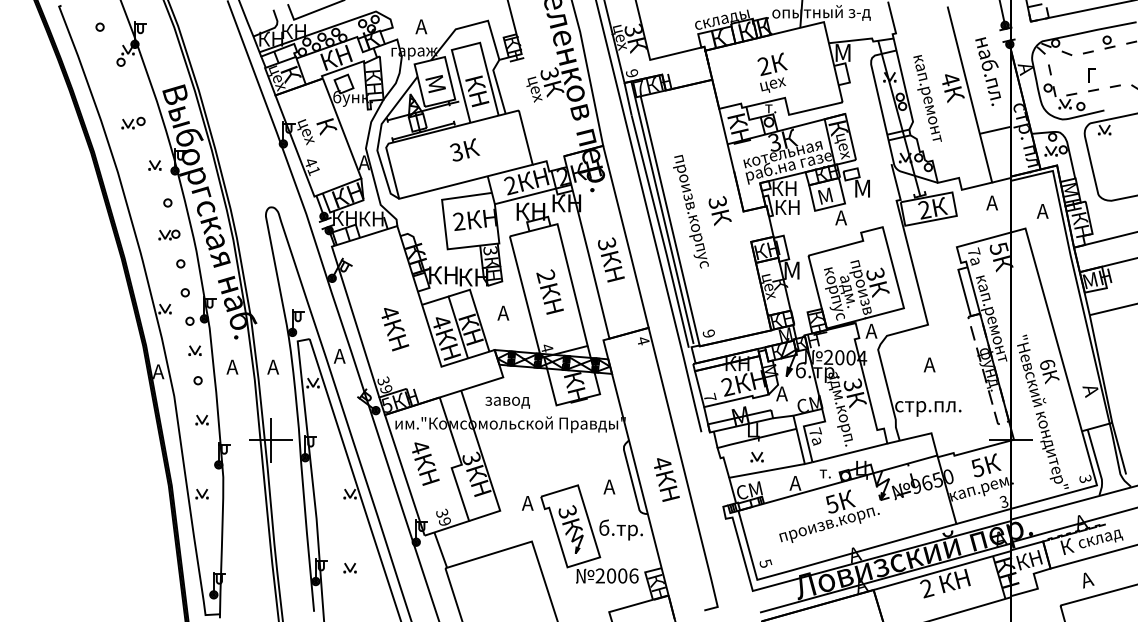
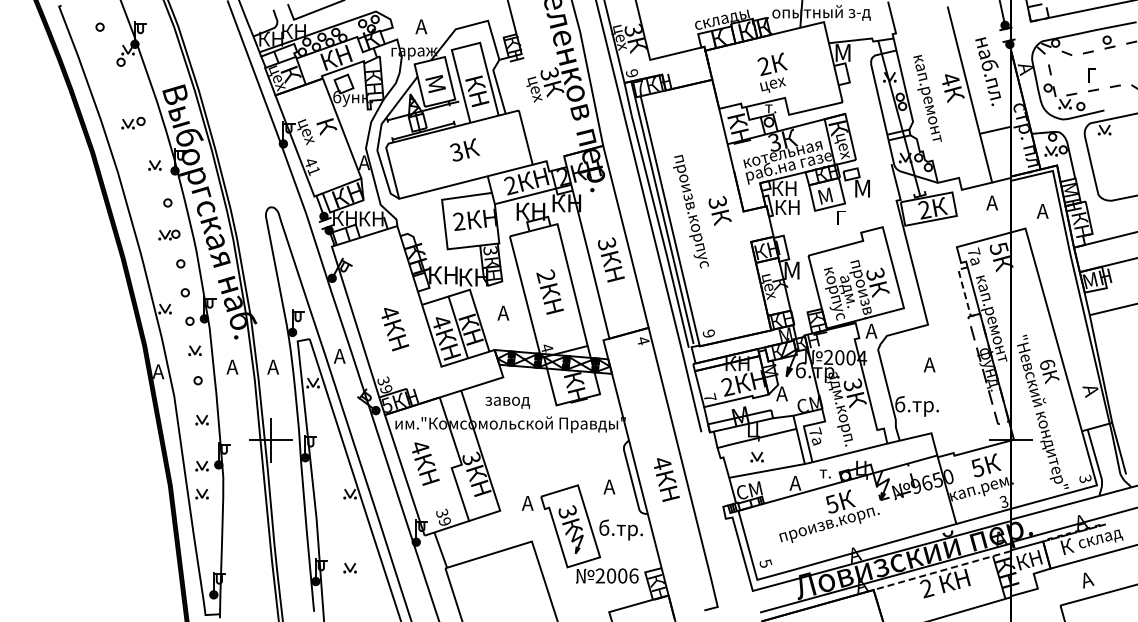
text at (840, 217): А -> Г
line at (964, 293): solid -> dashed
text at (928, 406): стр.пл. -> б.тр.
part at (201, 465): none -> present
line at (941, 570): solid -> dashed
